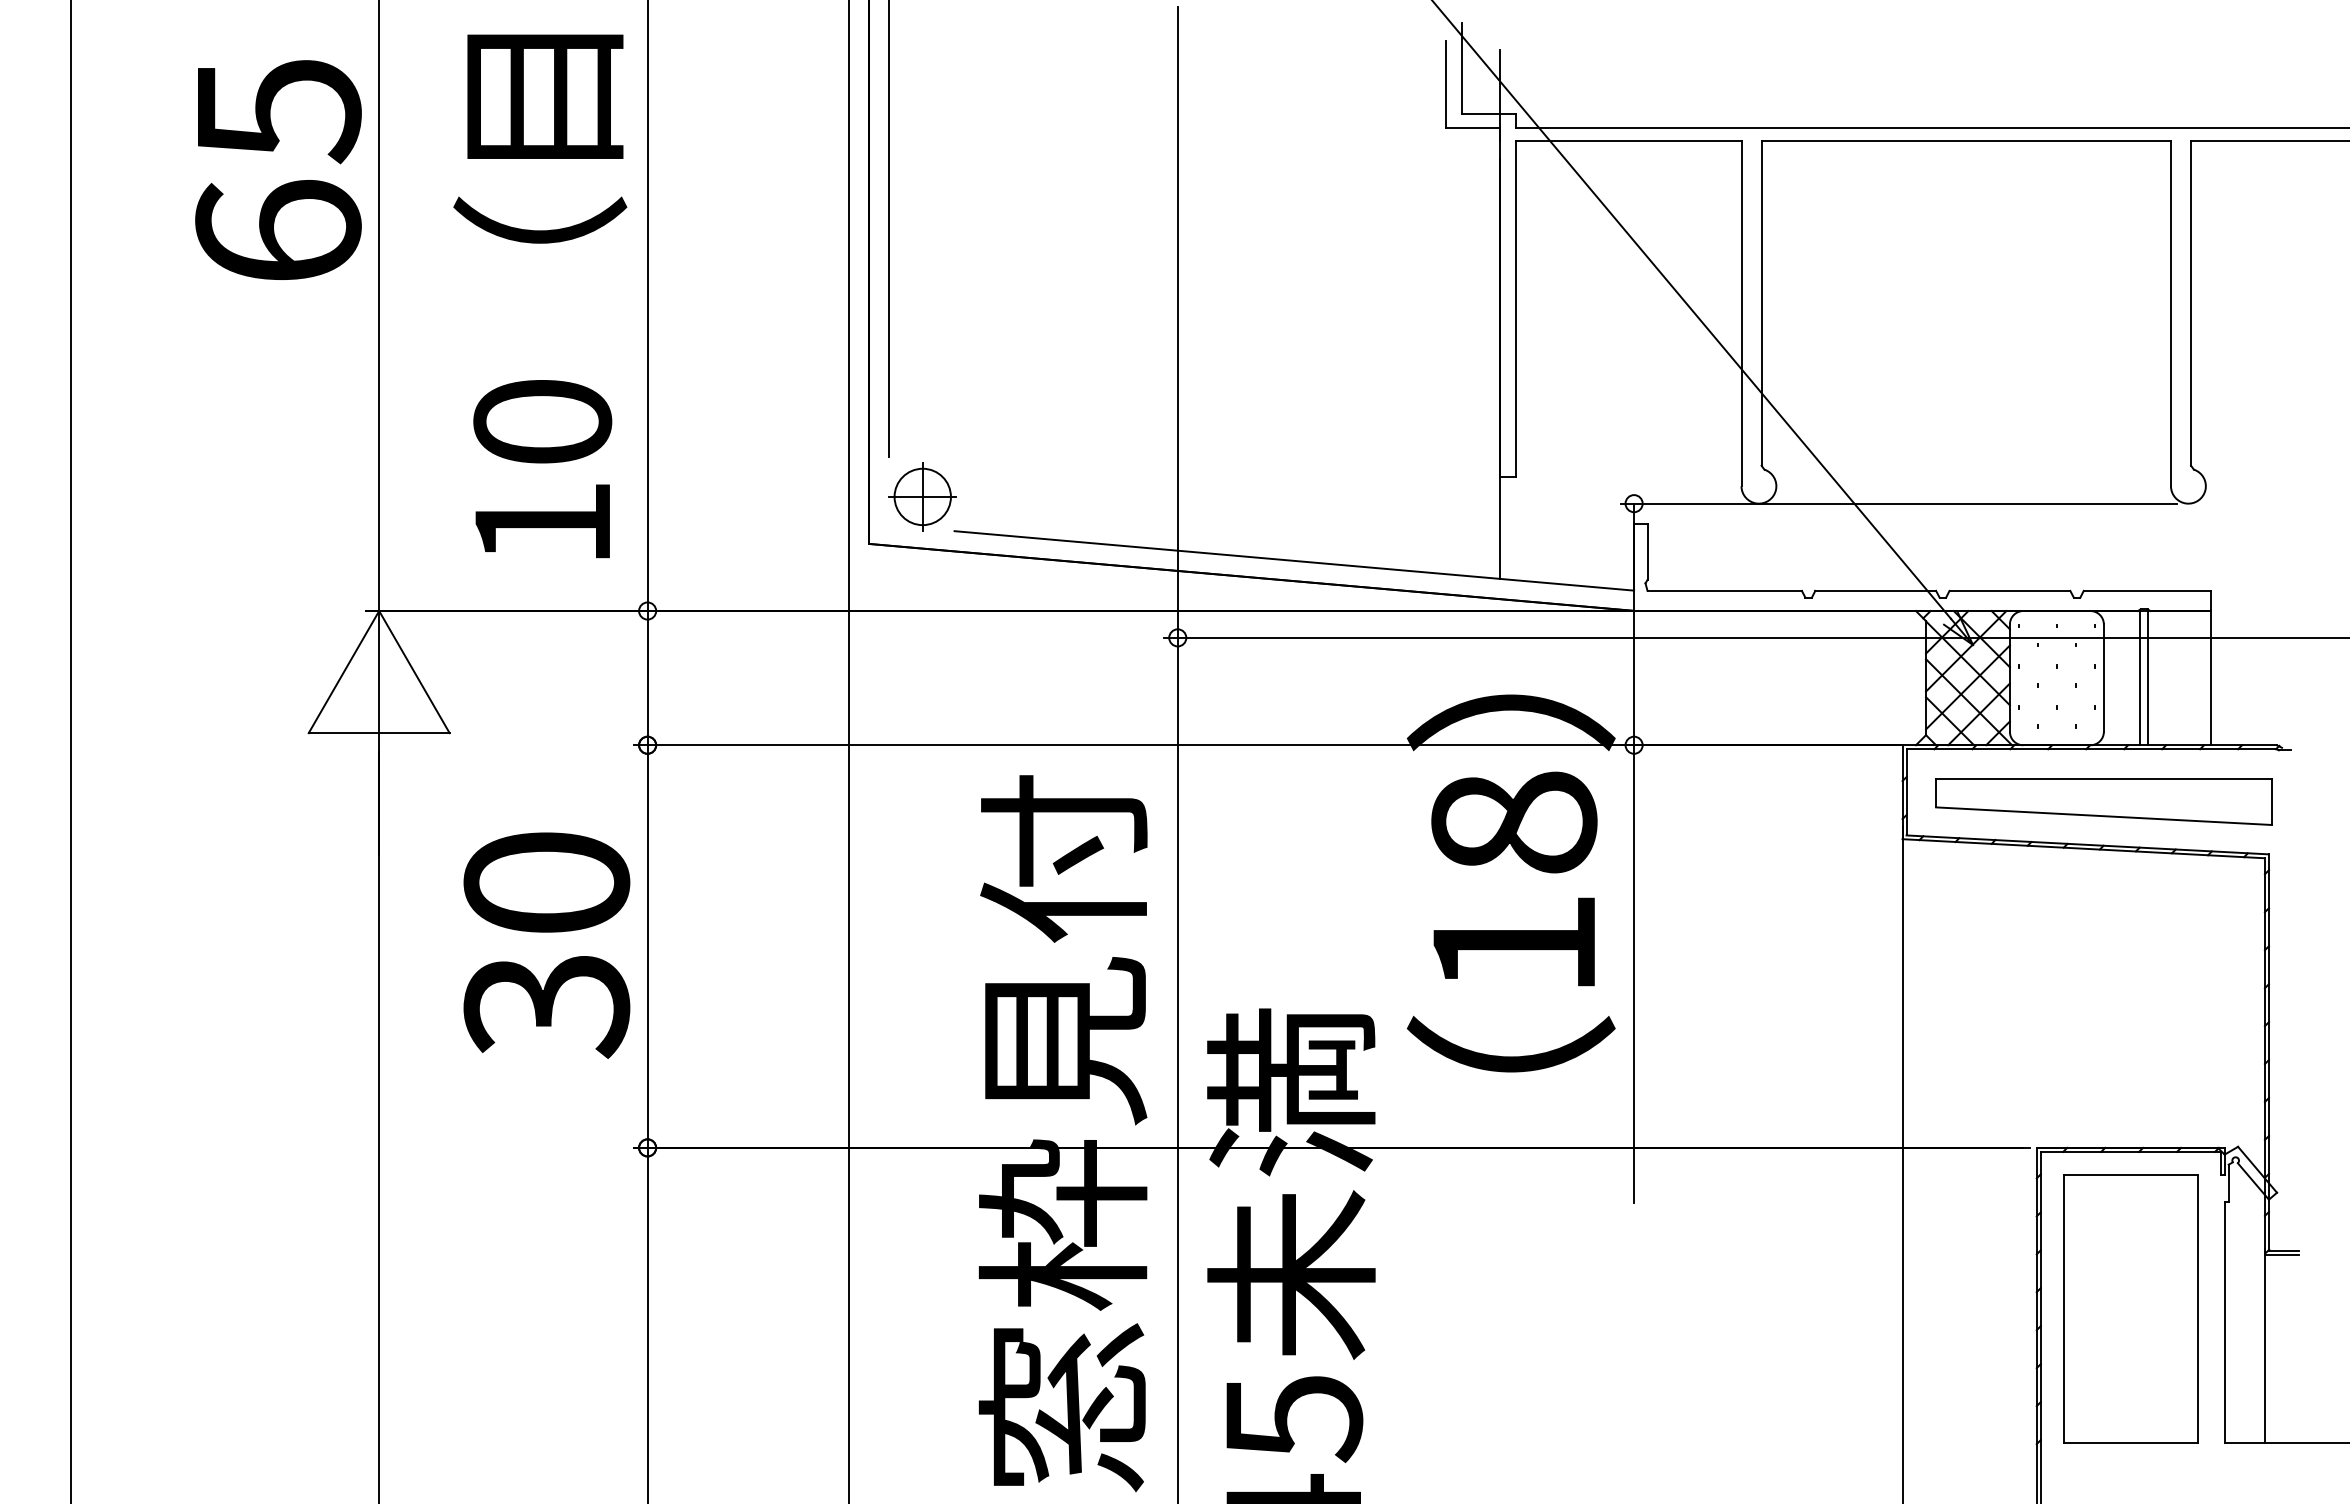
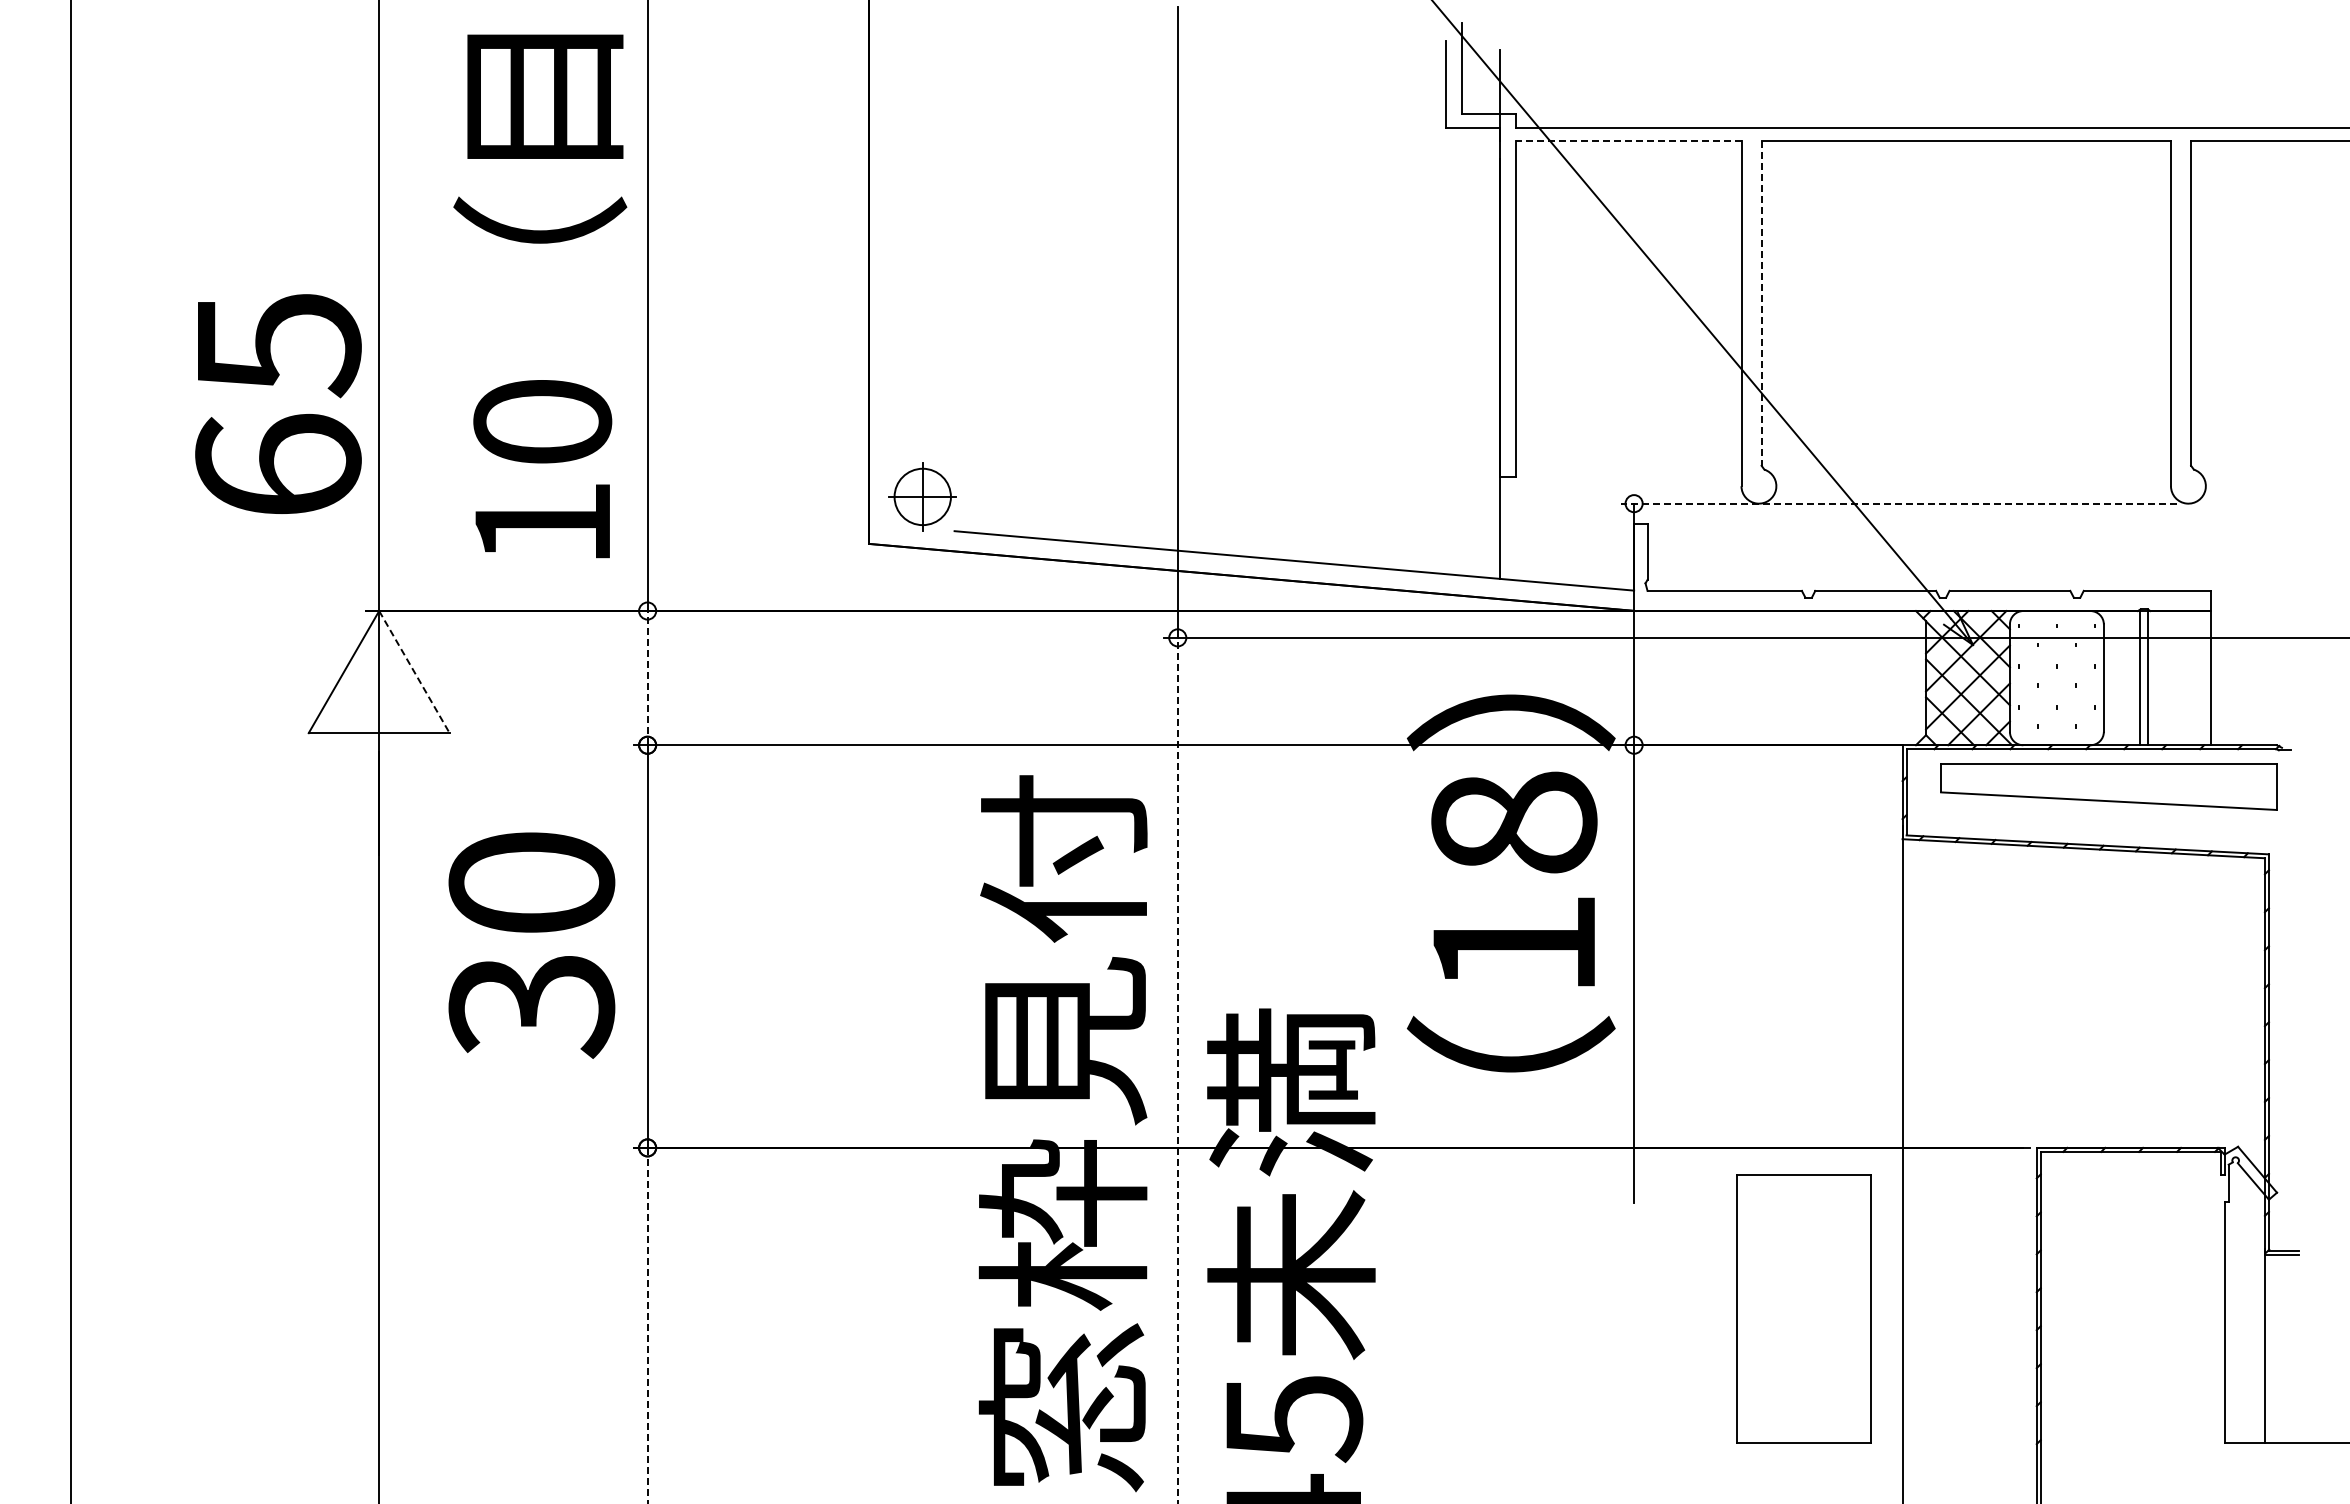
line at (1628, 141): solid -> dashed
text at (278, 169) position: (278, 169) -> (278, 403)
line at (889, 229): present -> none
line at (1761, 304): solid -> dashed
line at (1898, 503): solid -> dashed
line at (414, 672): solid -> dashed
line at (647, 677): solid -> dashed
line at (848, 751): present -> none
part at (2103, 801) position: (2103, 801) -> (2108, 786)
text at (546, 945) position: (546, 945) -> (531, 945)
line at (1177, 1070): solid -> dashed
part at (2130, 1308) position: (2130, 1308) -> (1803, 1308)
line at (647, 1325): solid -> dashed
